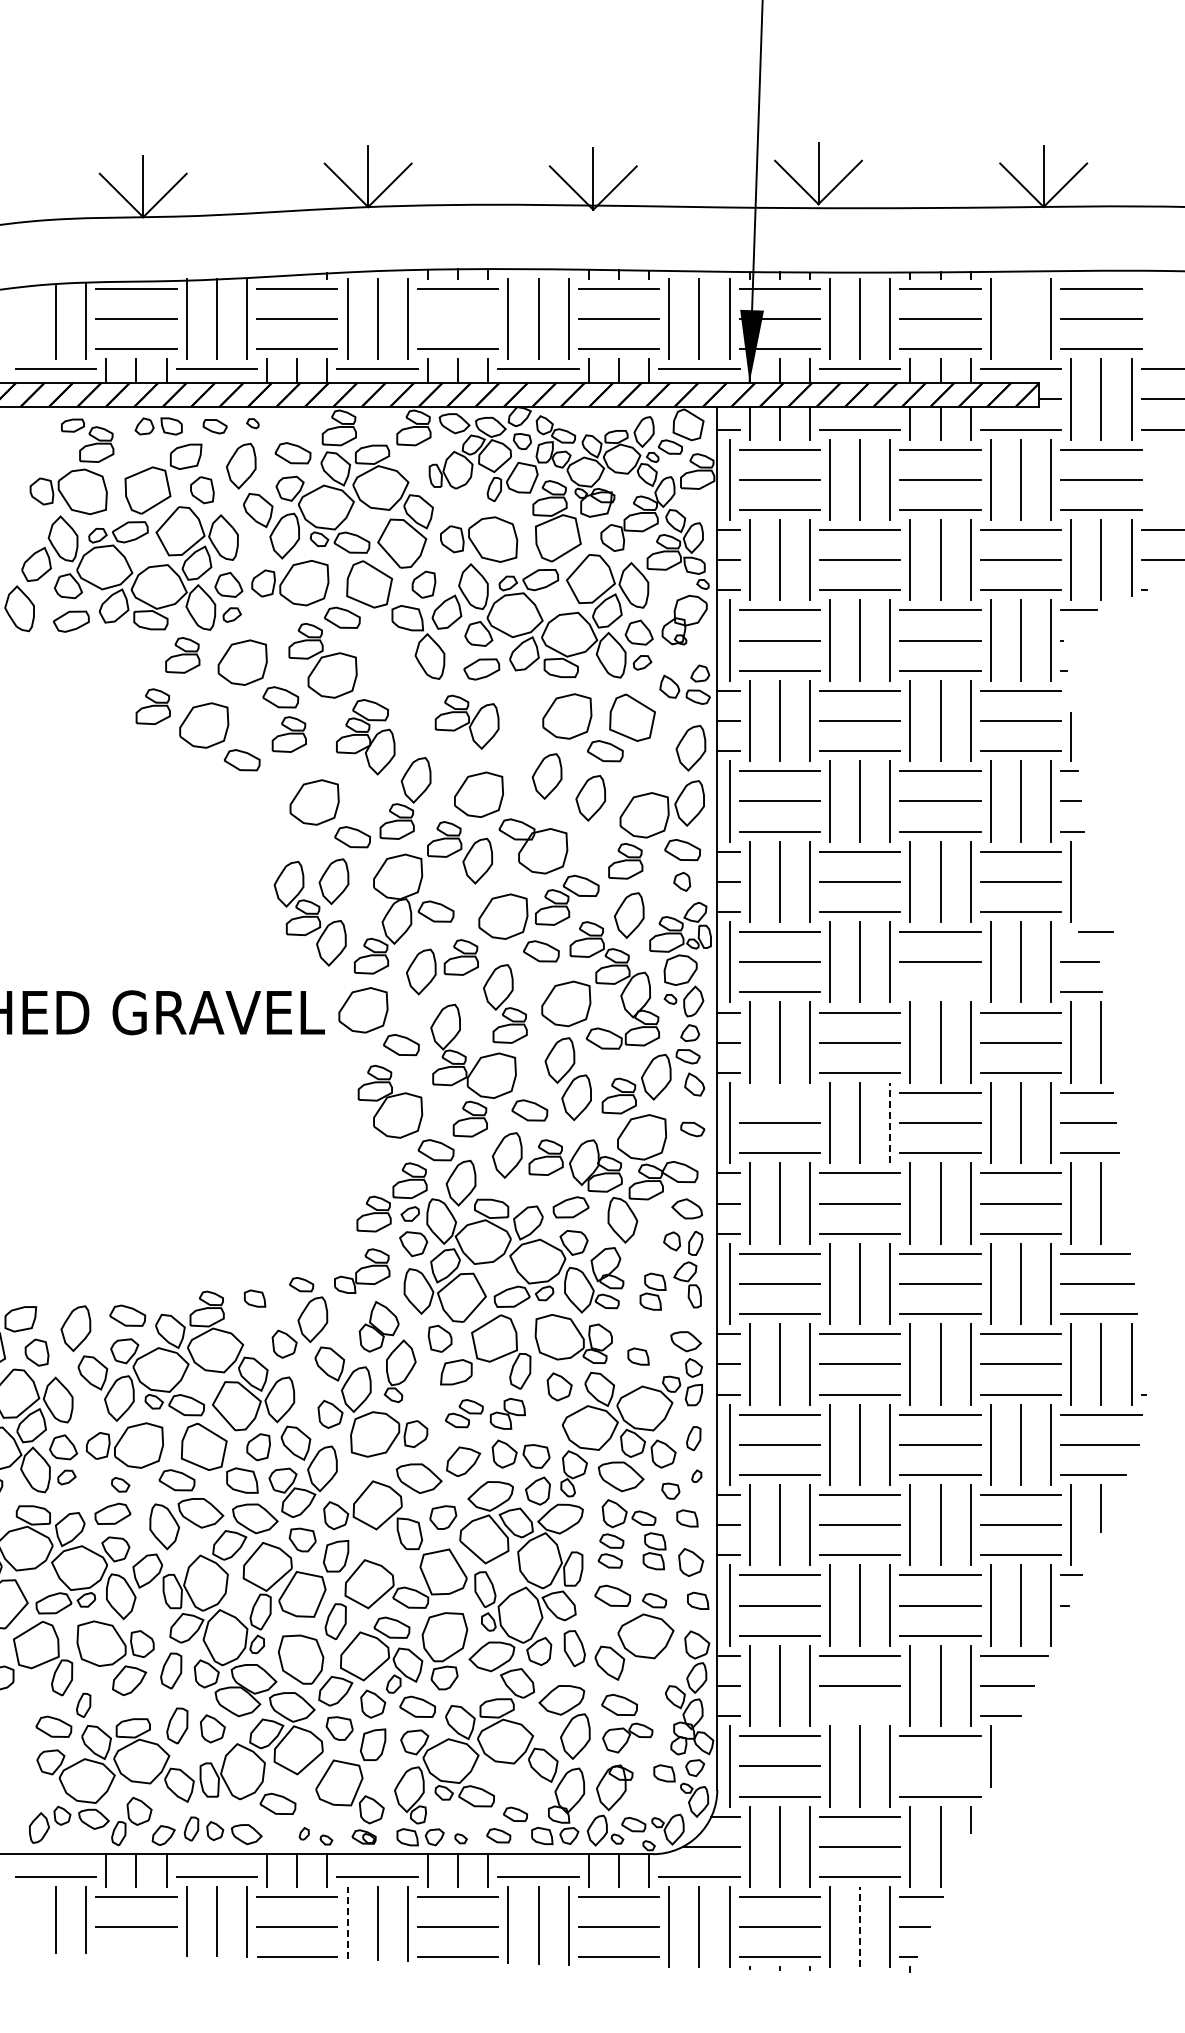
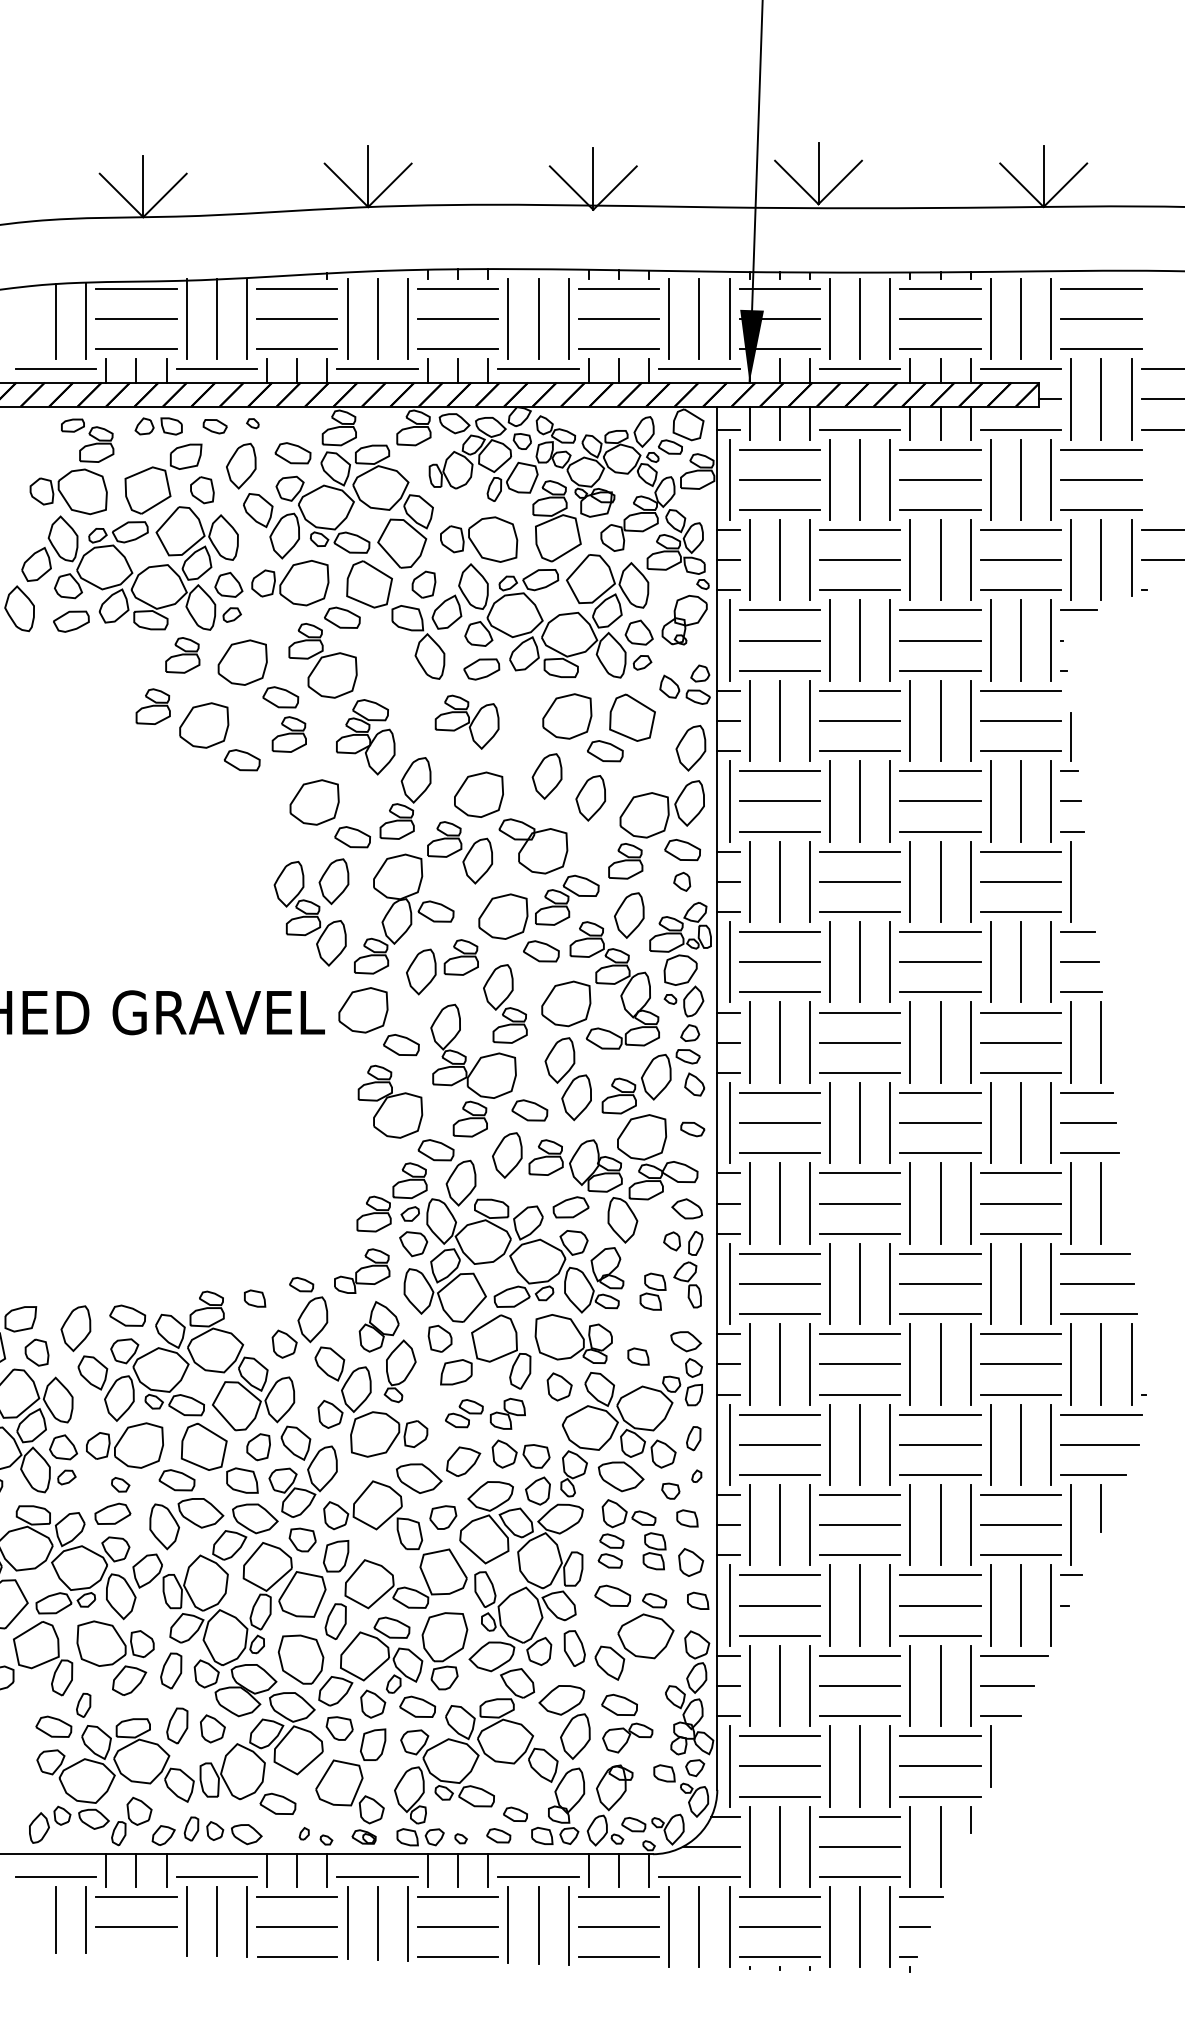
line at (457, 318): none -> present
line at (1021, 318): none -> present
line at (1095, 931) position: (1095, 931) -> (1077, 931)
line at (940, 991): none -> present
line at (779, 1092): none -> present
line at (890, 1122): dashed -> solid
line at (859, 1715): none -> present
line at (940, 1766): none -> present
line at (347, 1922): dashed -> solid
line at (860, 1926): dashed -> solid
